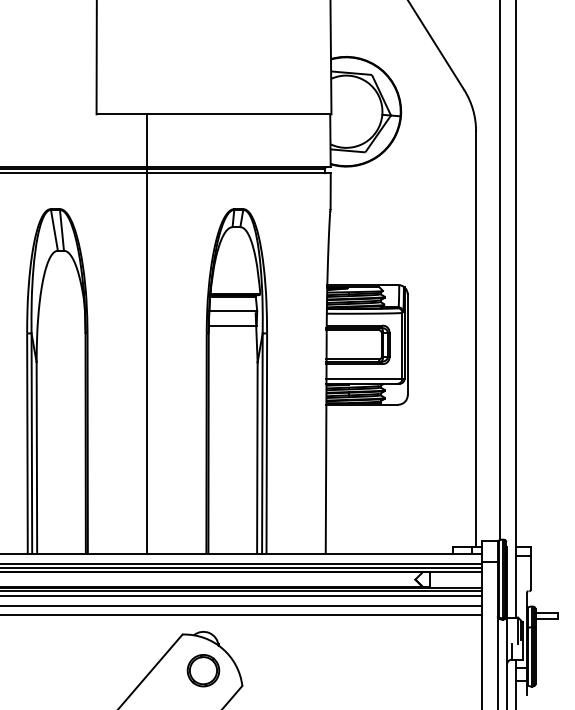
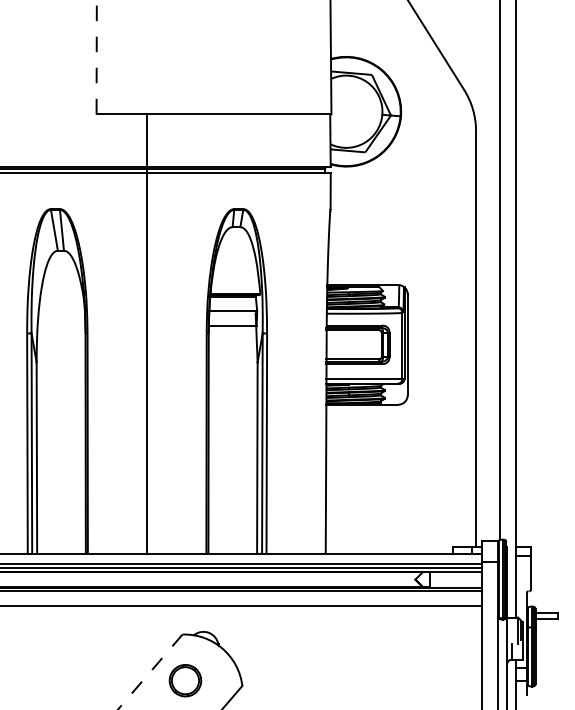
line at (96, 57): solid -> dashed
line at (242, 595): present -> none
line at (242, 615): present -> none
part at (203, 670) position: (203, 670) -> (185, 680)
line at (149, 672): solid -> dashed
